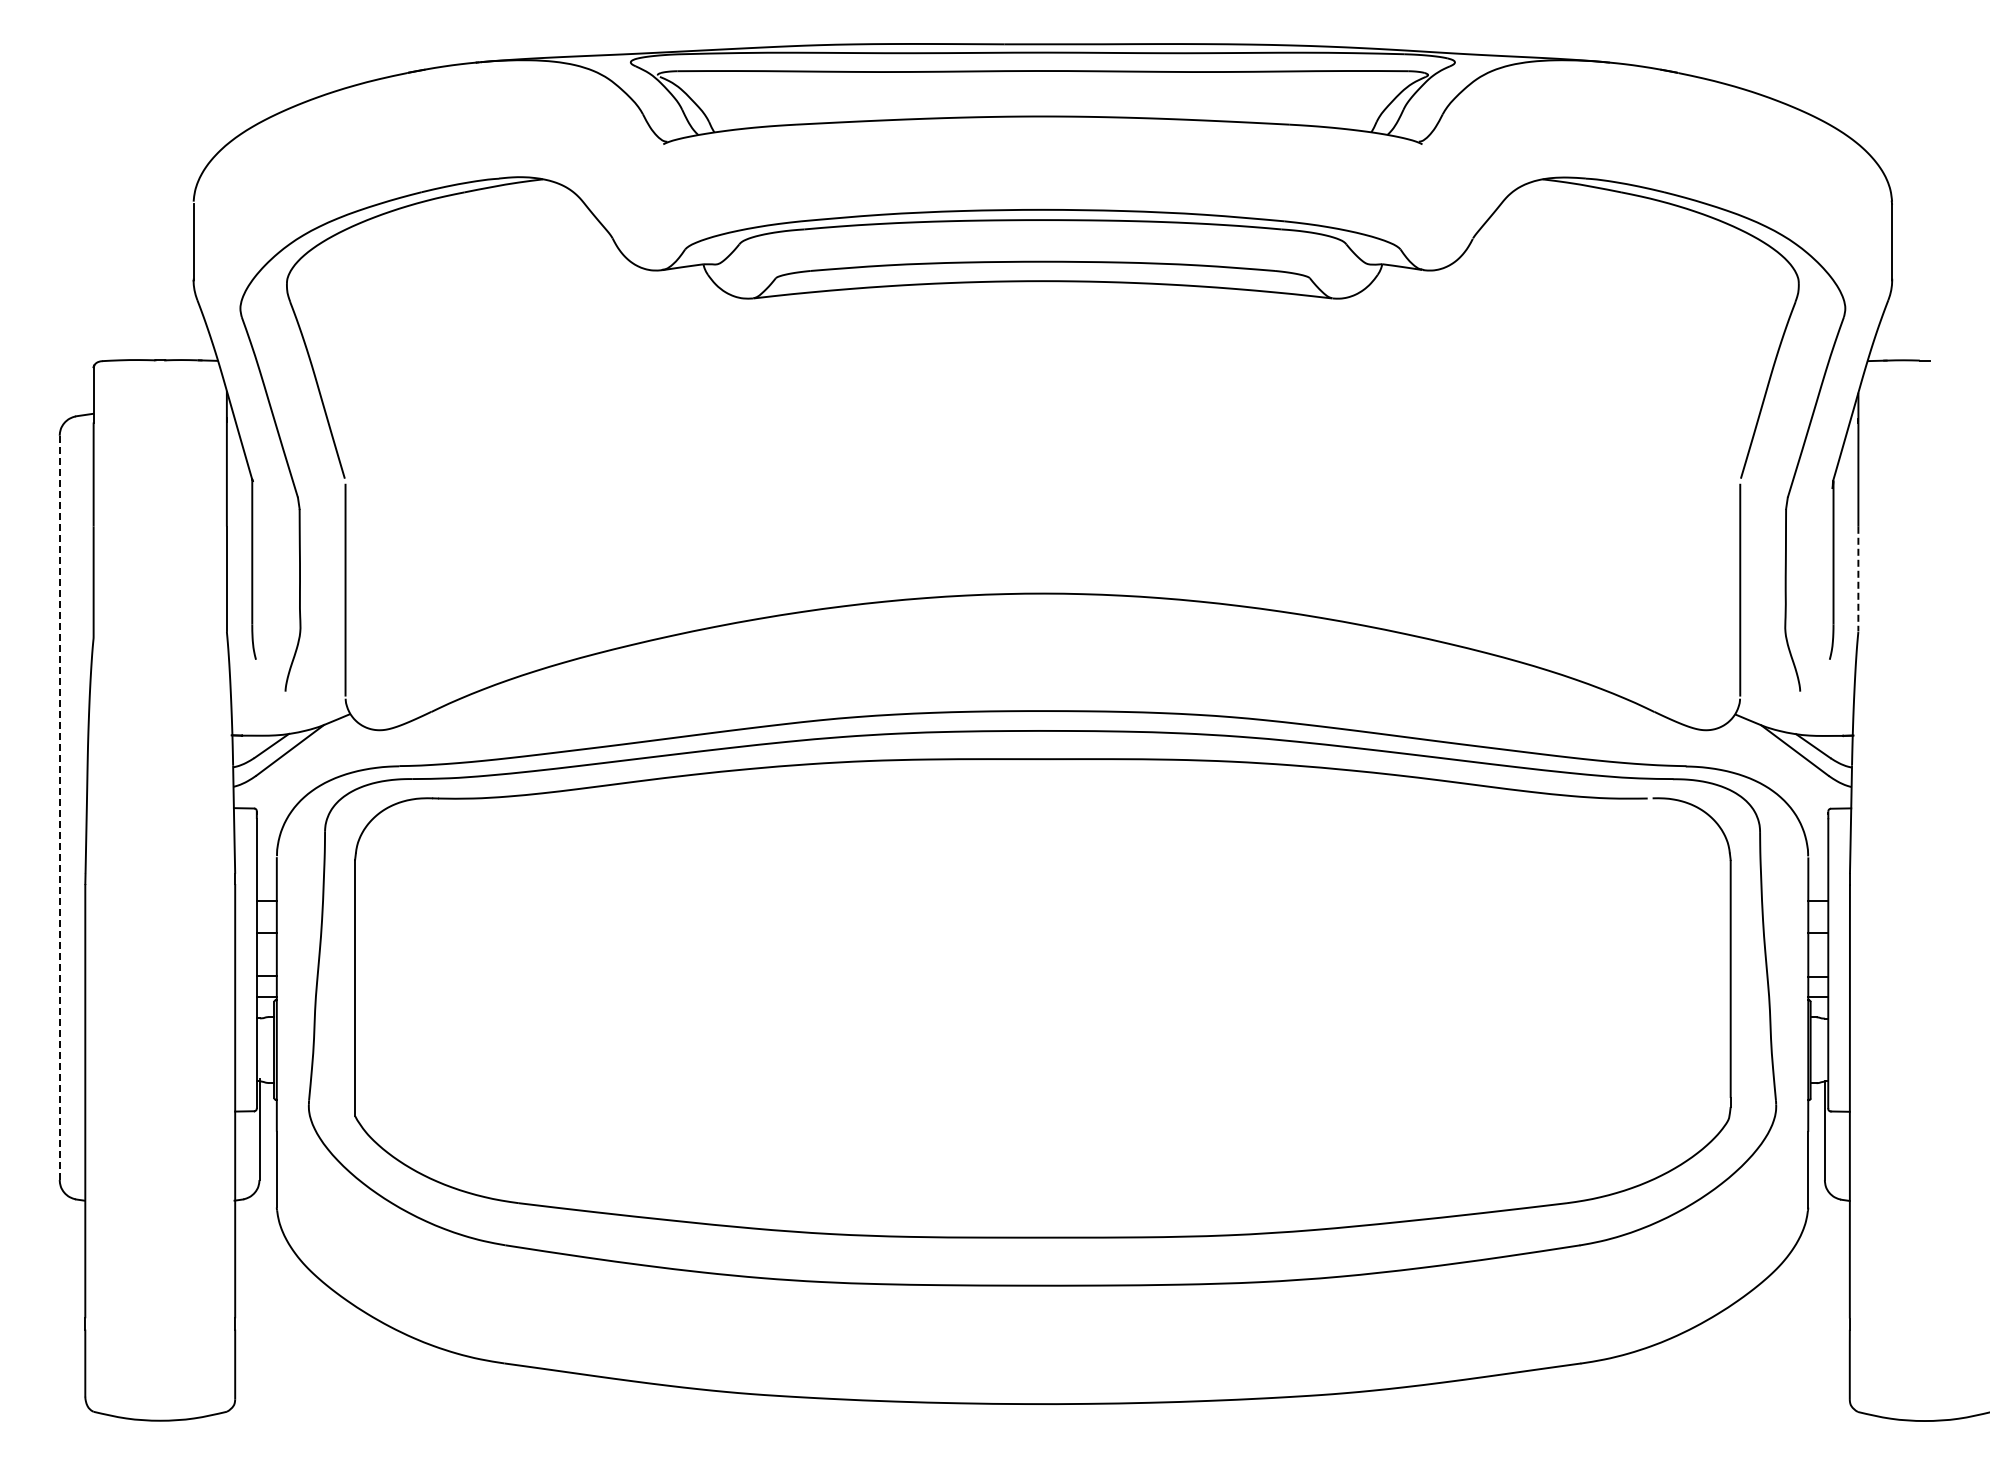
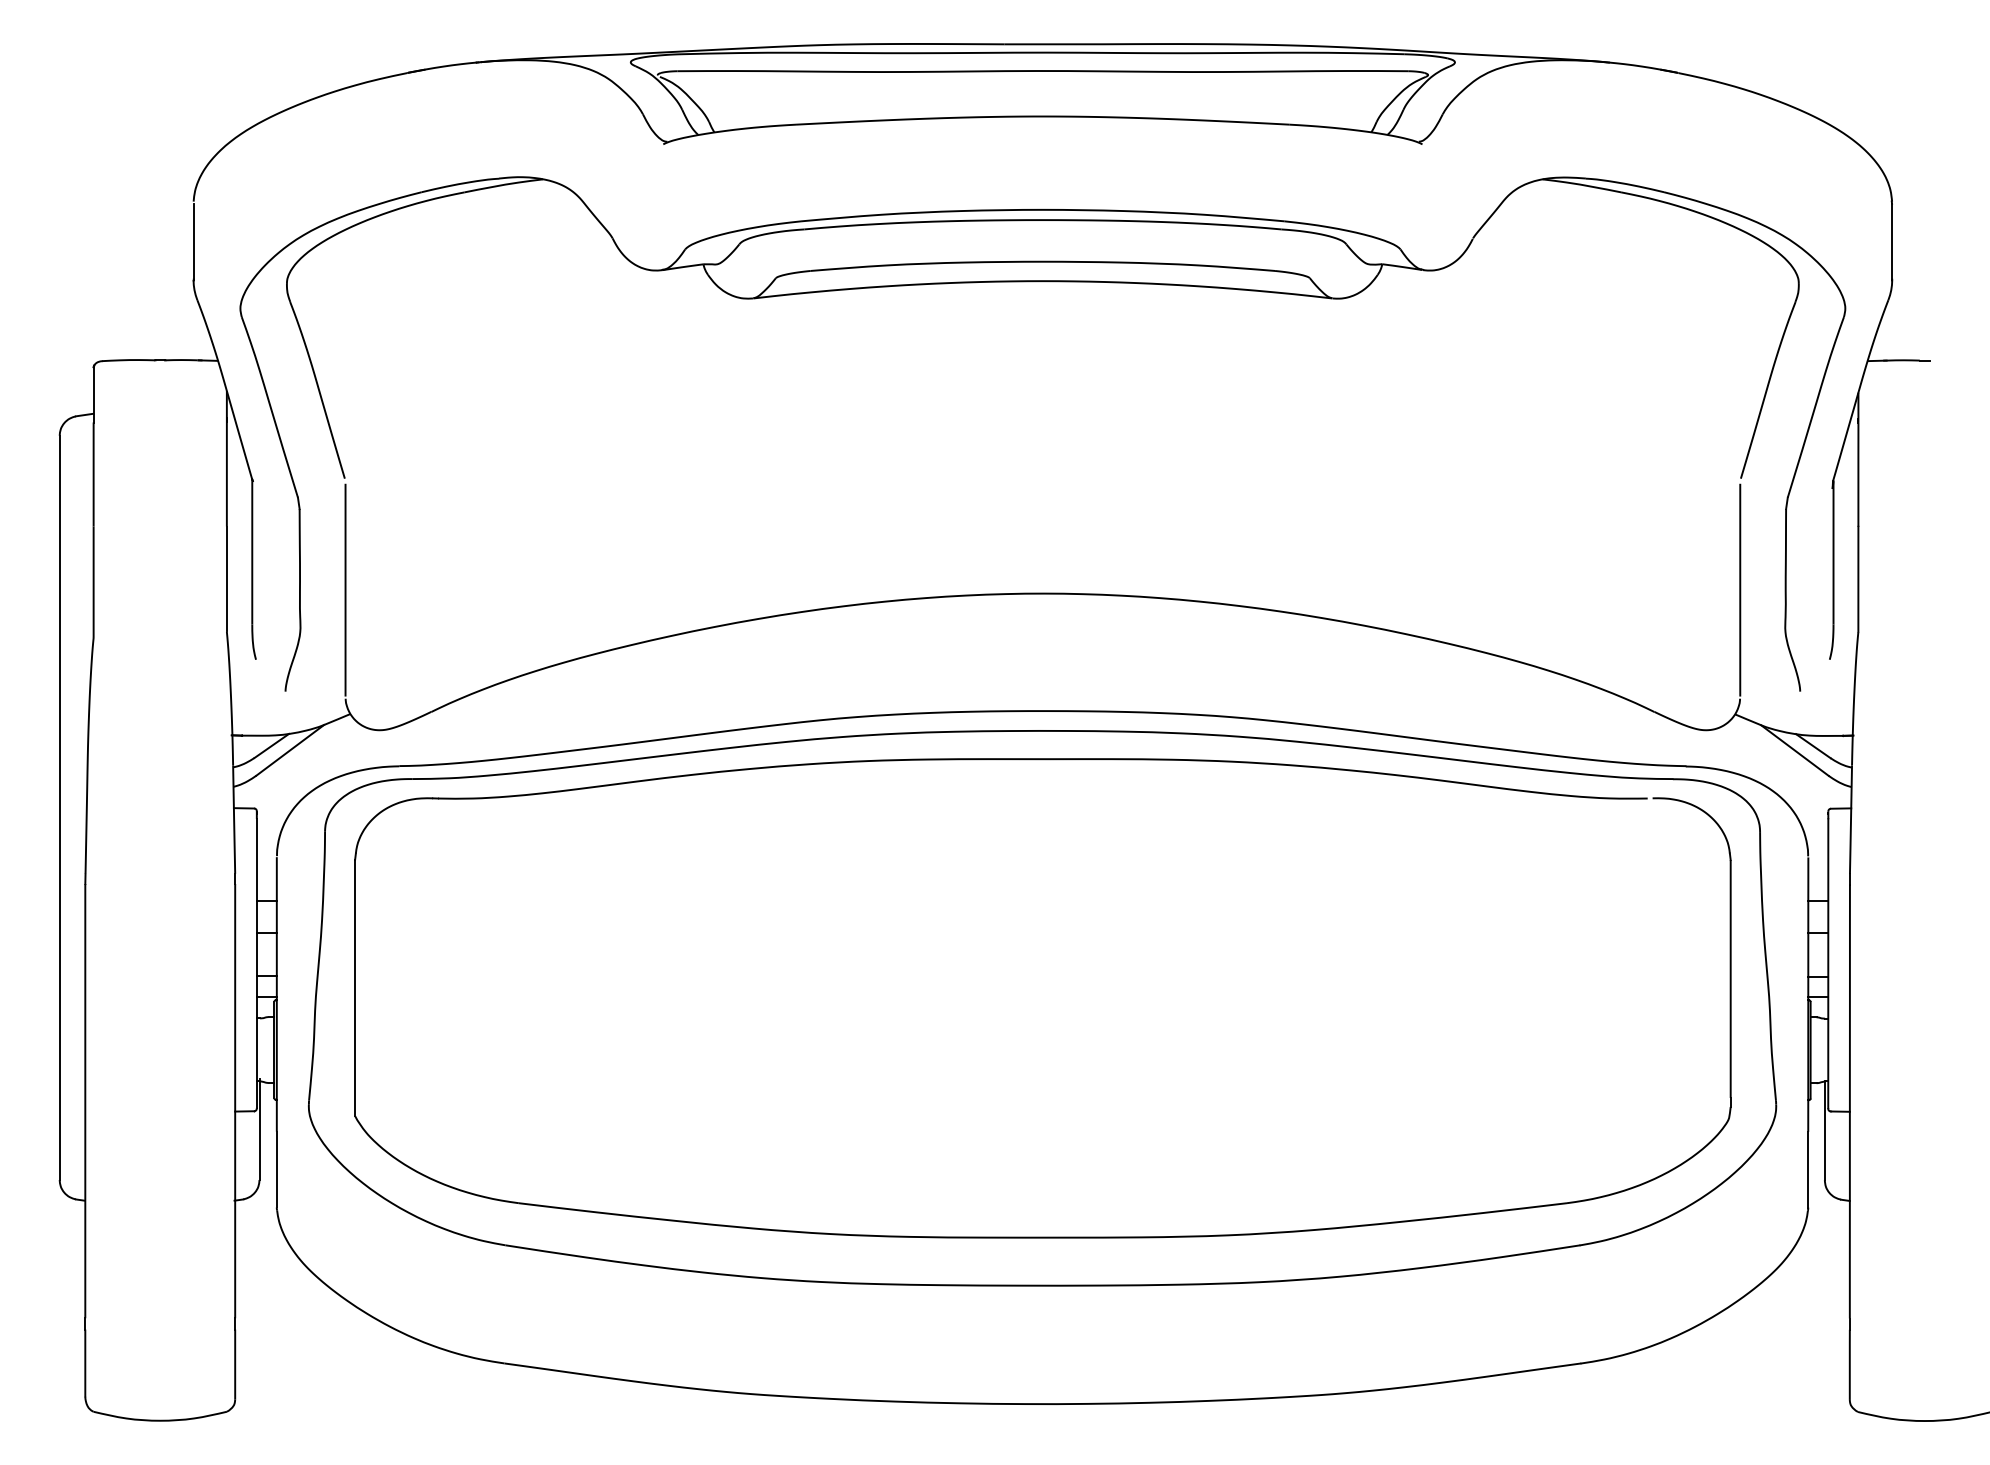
line at (1858, 579): dashed -> solid
line at (59, 807): dashed -> solid
